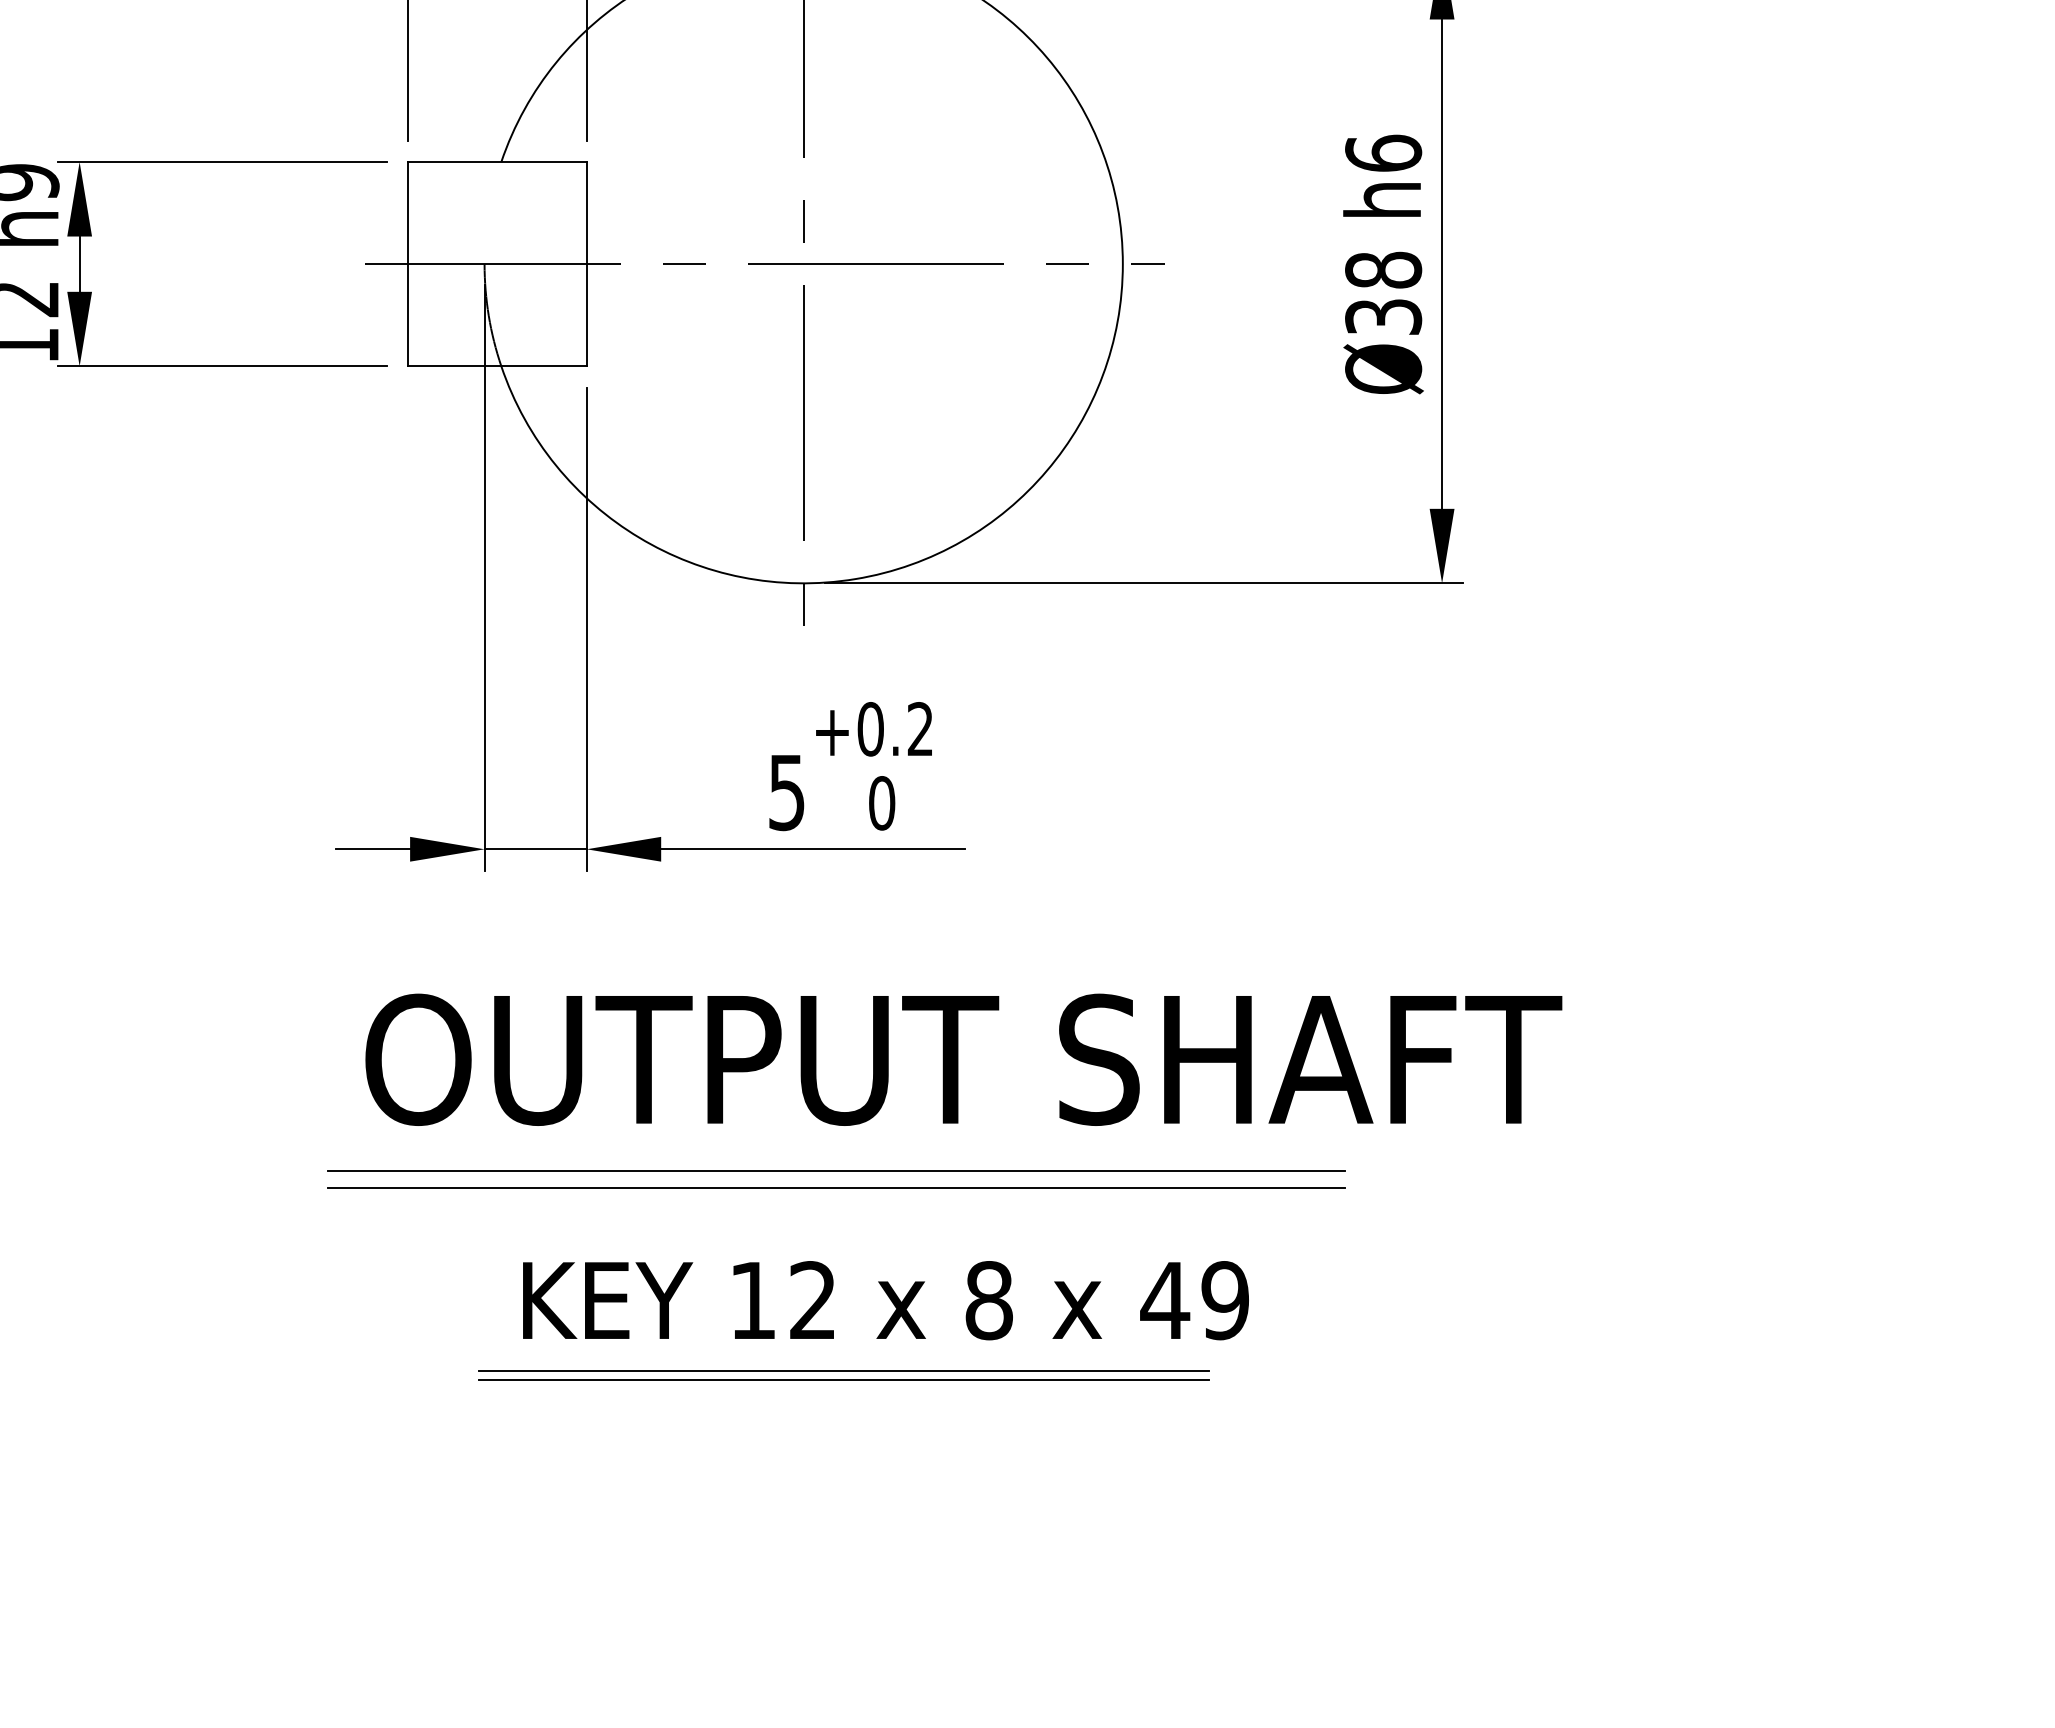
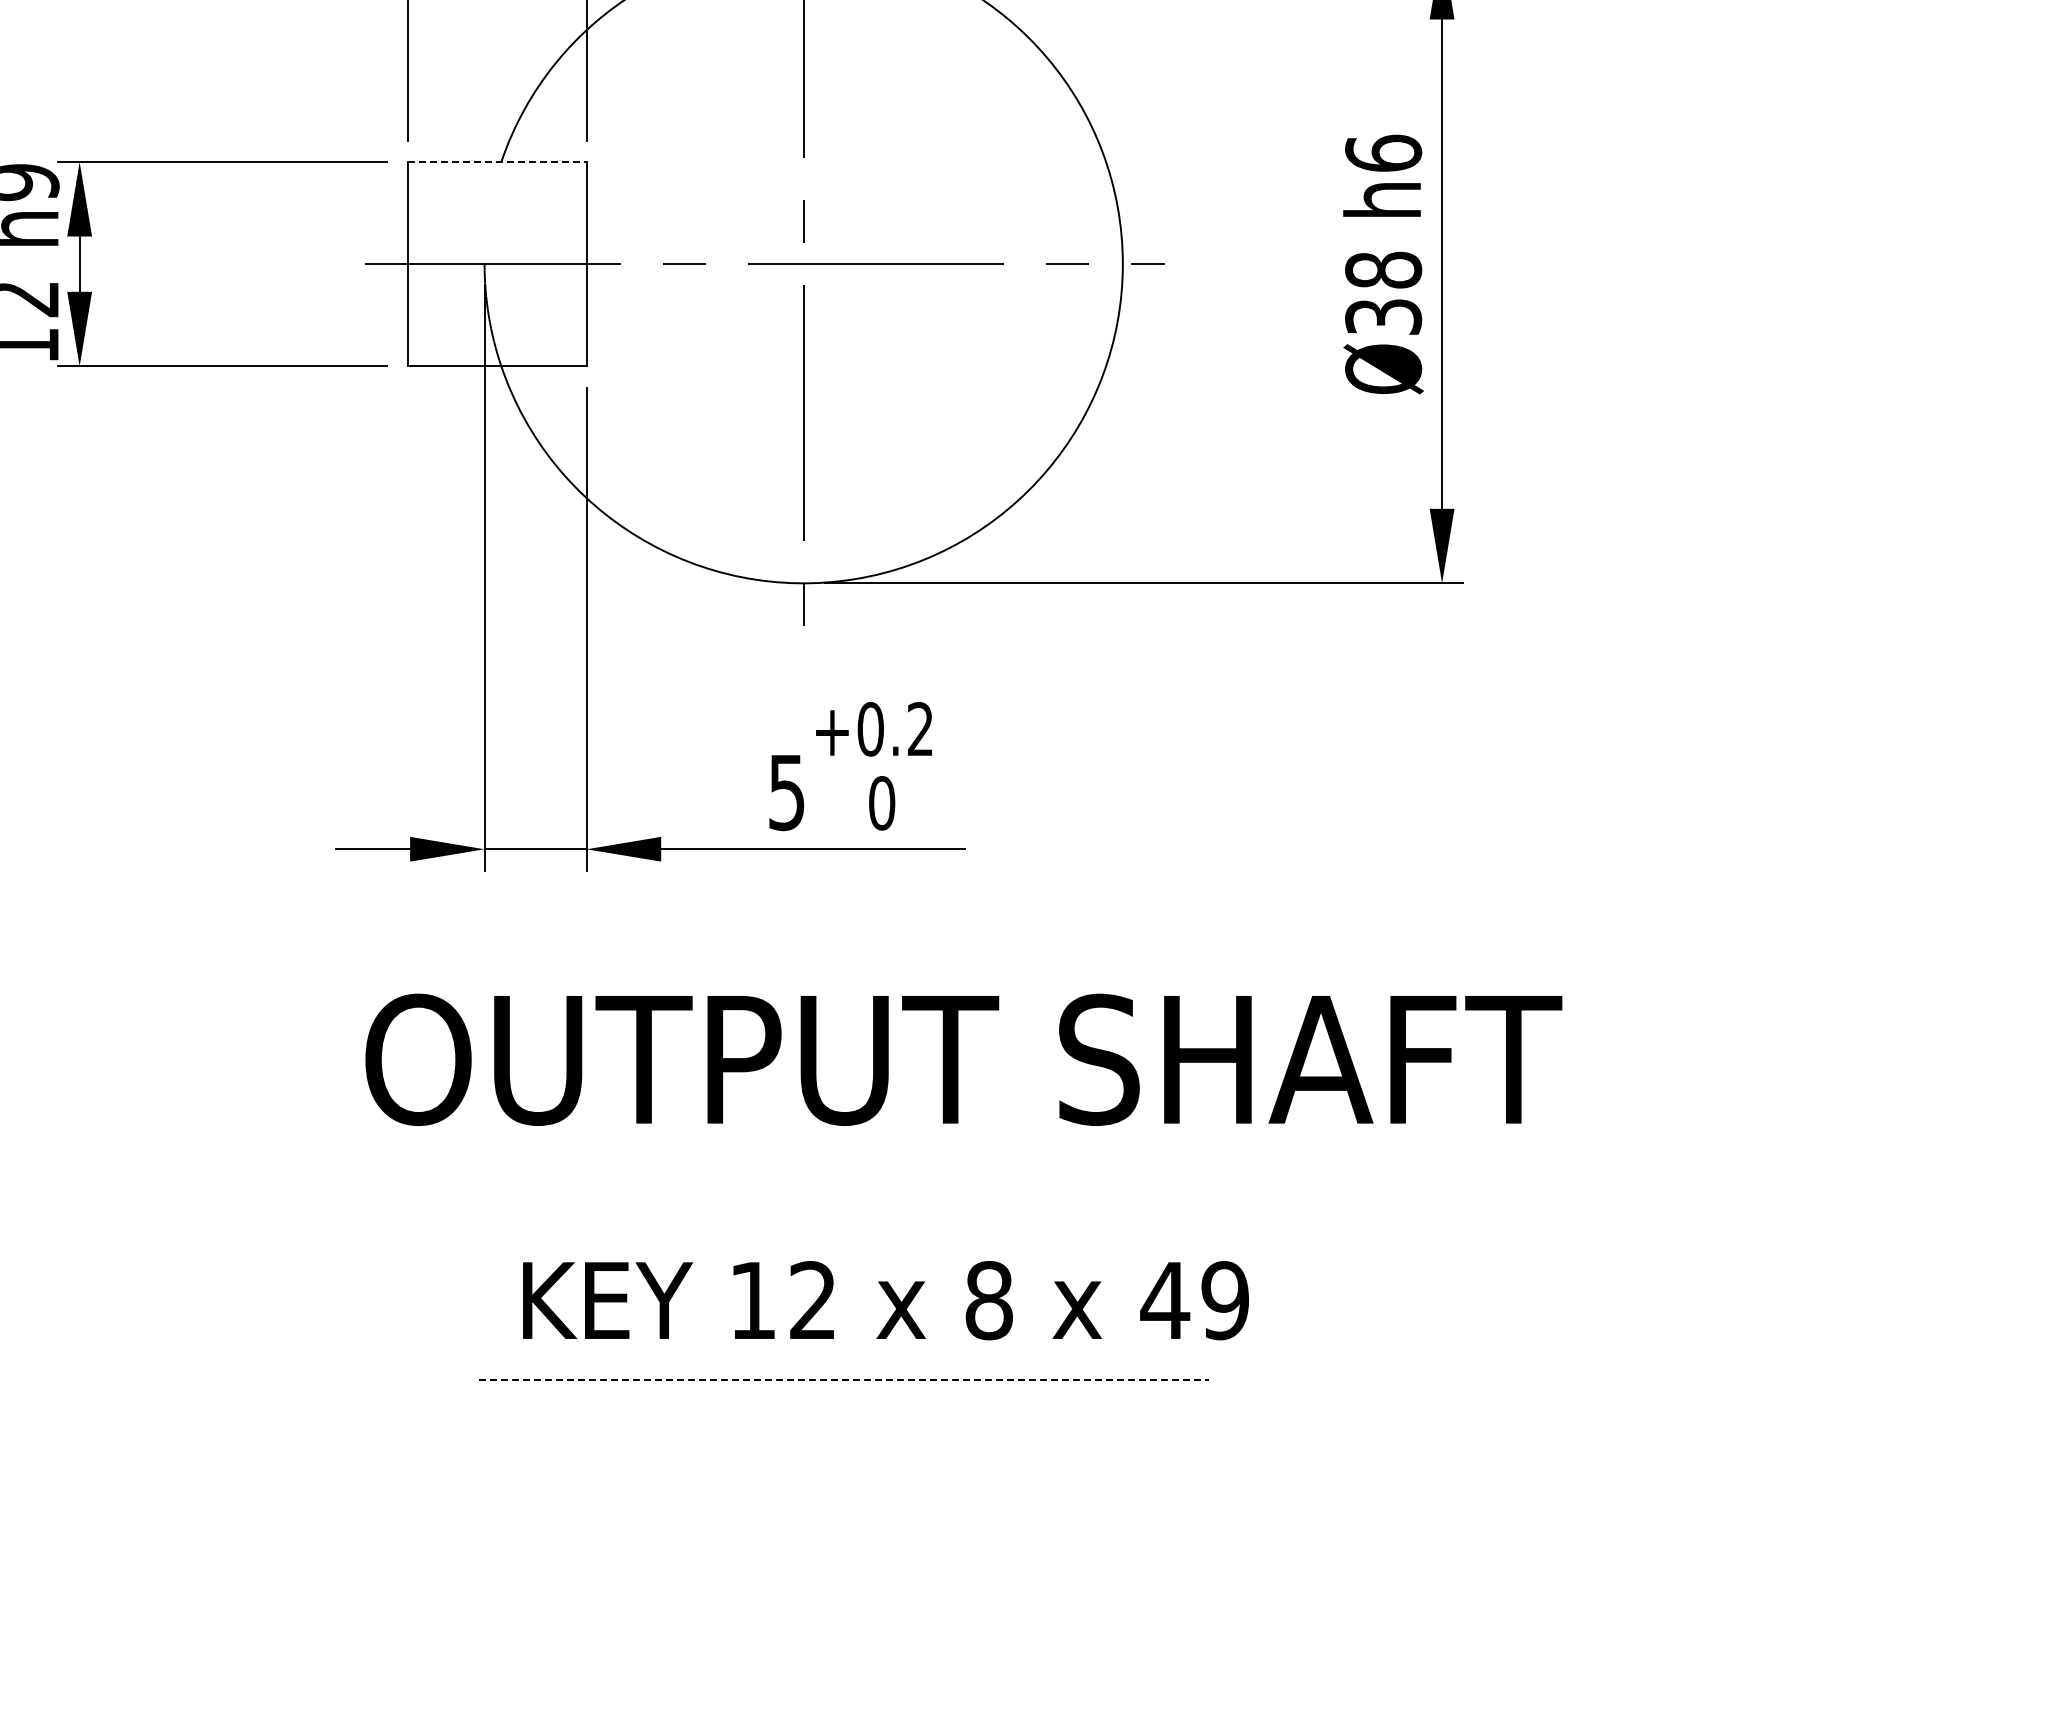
line at (497, 162): solid -> dashed
line at (835, 1170): present -> none
line at (836, 1187): present -> none
line at (844, 1371): present -> none
line at (844, 1379): solid -> dashed
